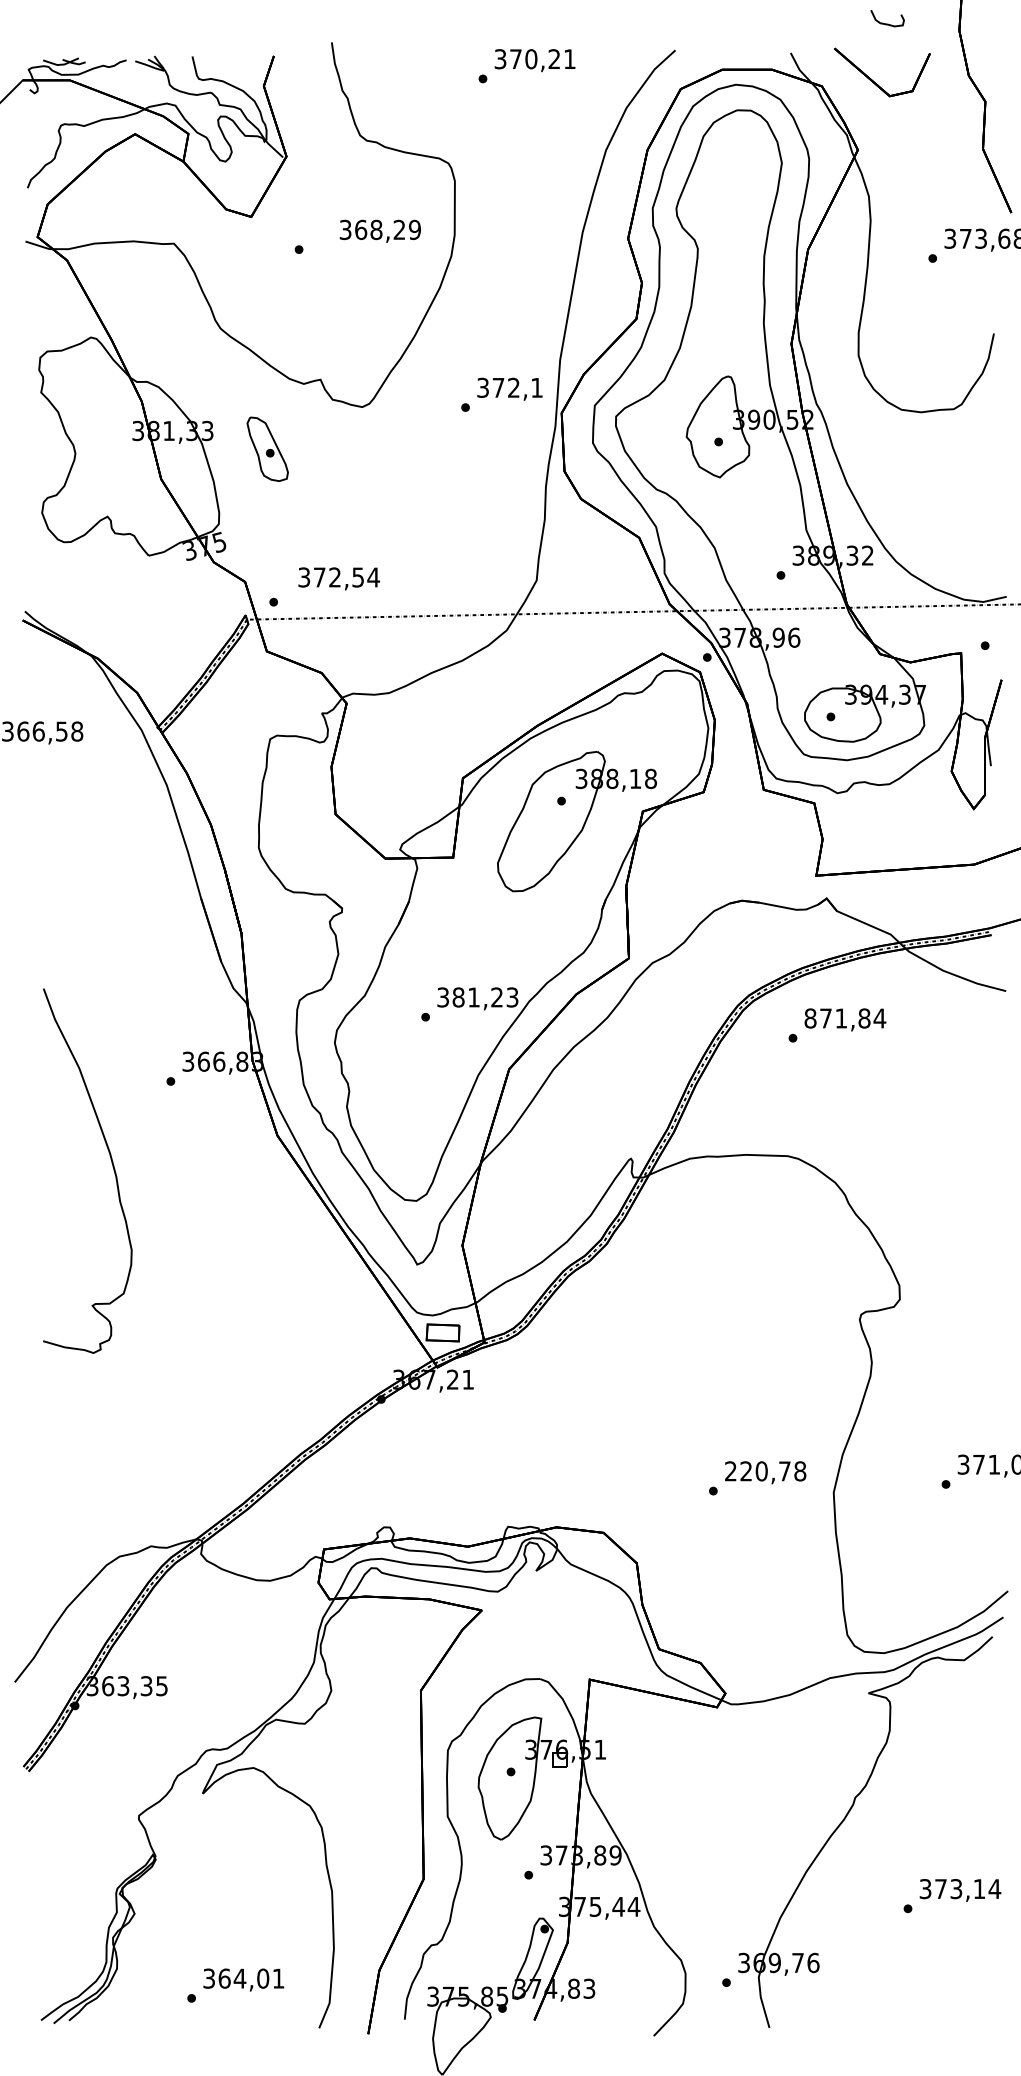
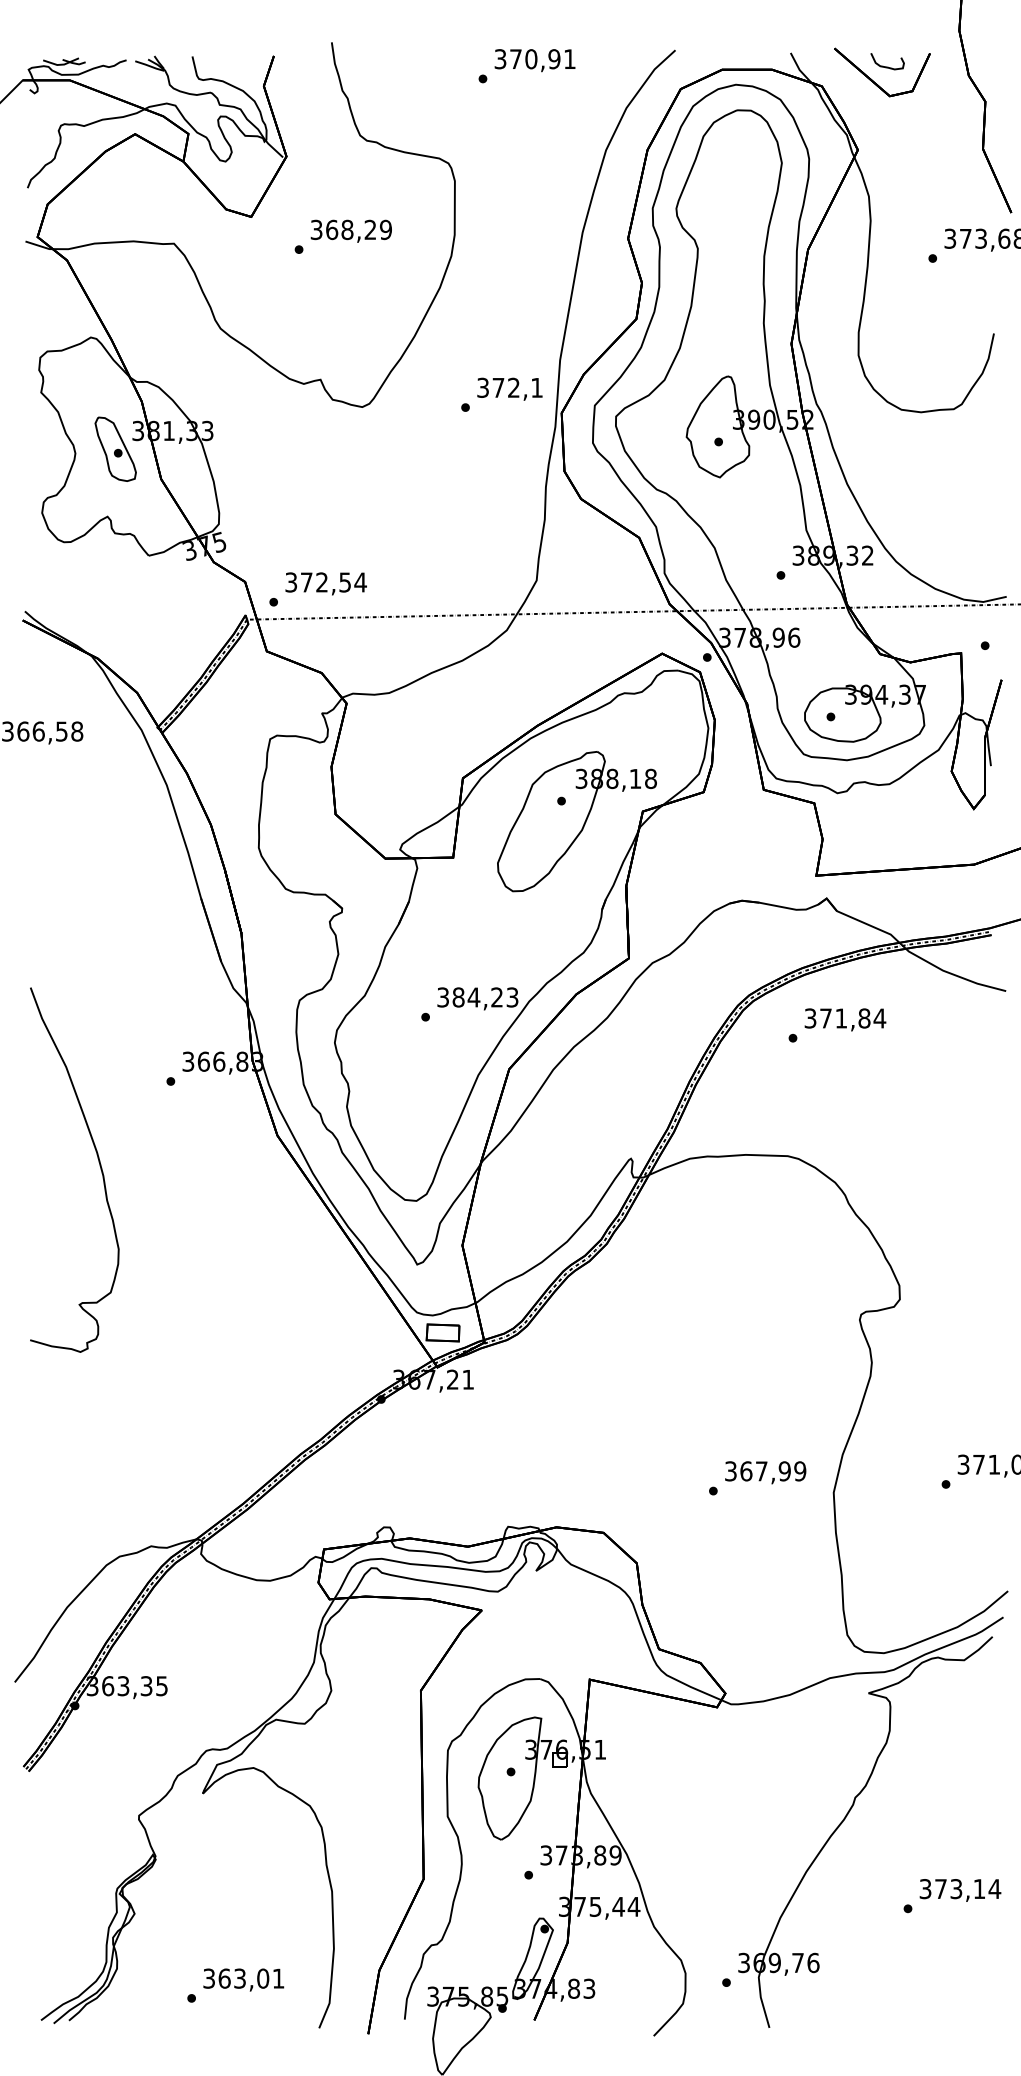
curve at (887, 23) position: (887, 23) -> (887, 66)
text at (554, 59): 370,21 -> 370,91
text at (379, 230) position: (379, 230) -> (350, 230)
part at (267, 448) position: (267, 448) -> (115, 448)
text at (338, 578) position: (338, 578) -> (325, 583)
text at (473, 997): 381,23 -> 384,23
text at (810, 1018): 871,84 -> 371,84
curve at (111, 1163) position: (111, 1163) -> (98, 1162)
text at (765, 1471): 220,78 -> 367,99
text at (239, 1978): 364,01 -> 363,01
